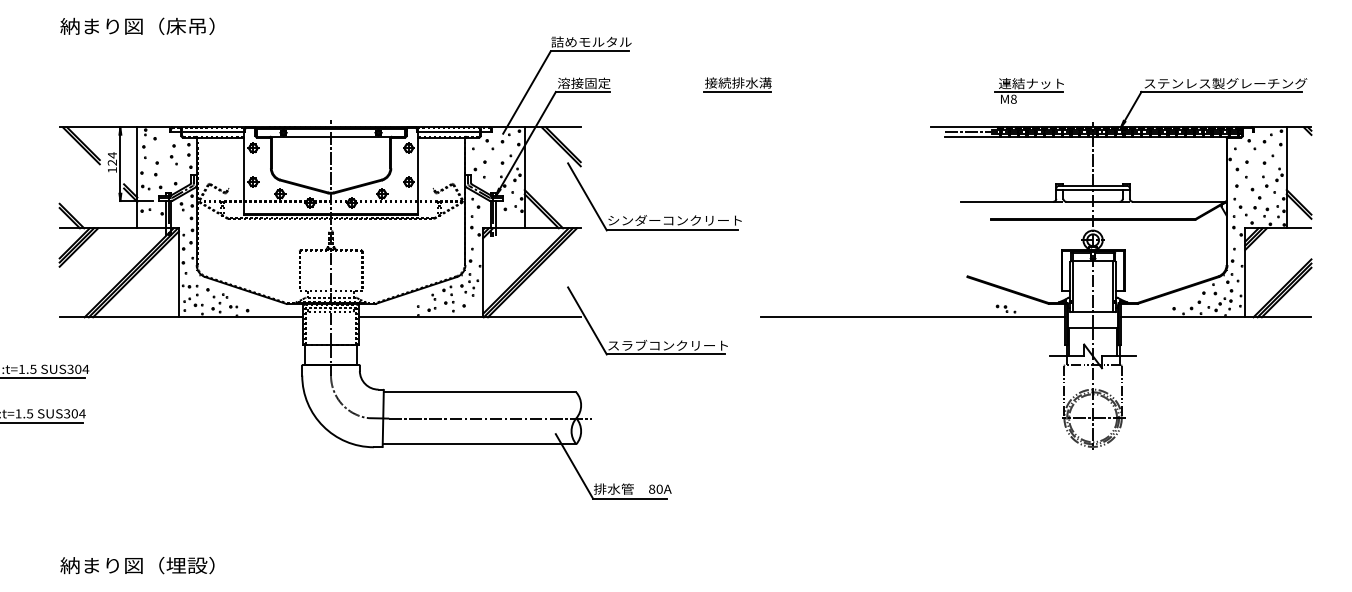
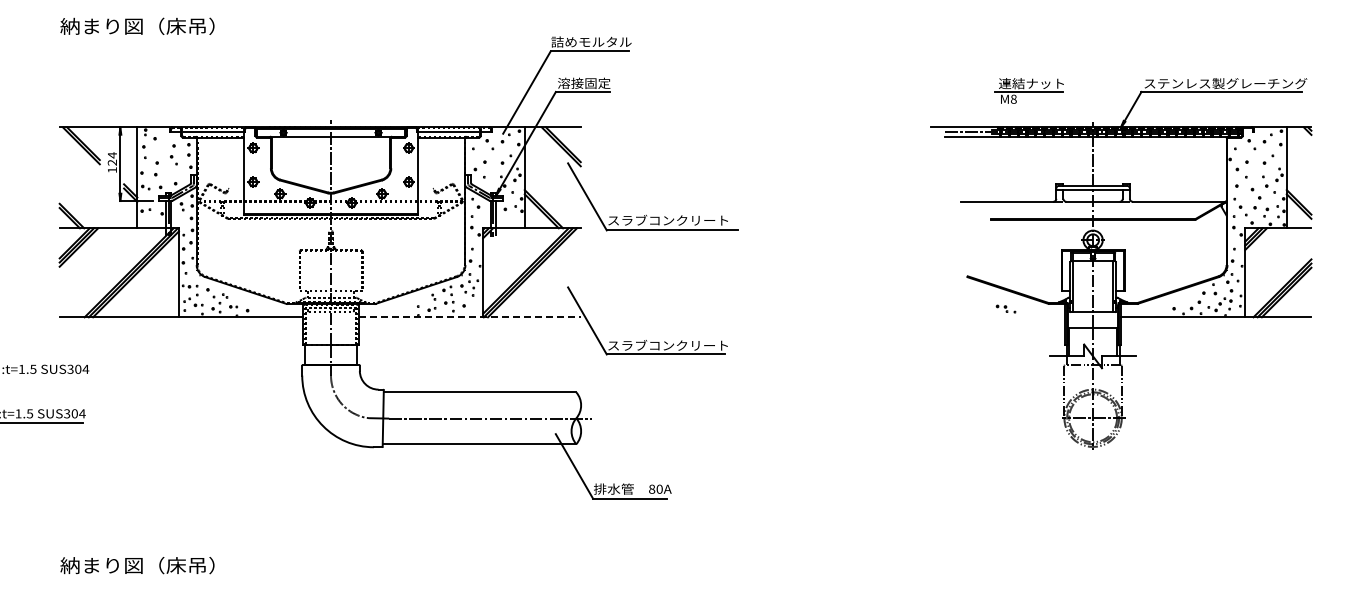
part at (737, 84): present -> none
text at (674, 220): シンダーコンクリート -> スラブコンクリート
line at (470, 317): solid -> dashed
line at (912, 317): present -> none
line at (43, 378): present -> none
text at (186, 565): 納まり図（埋設） -> 納まり図（床吊）
